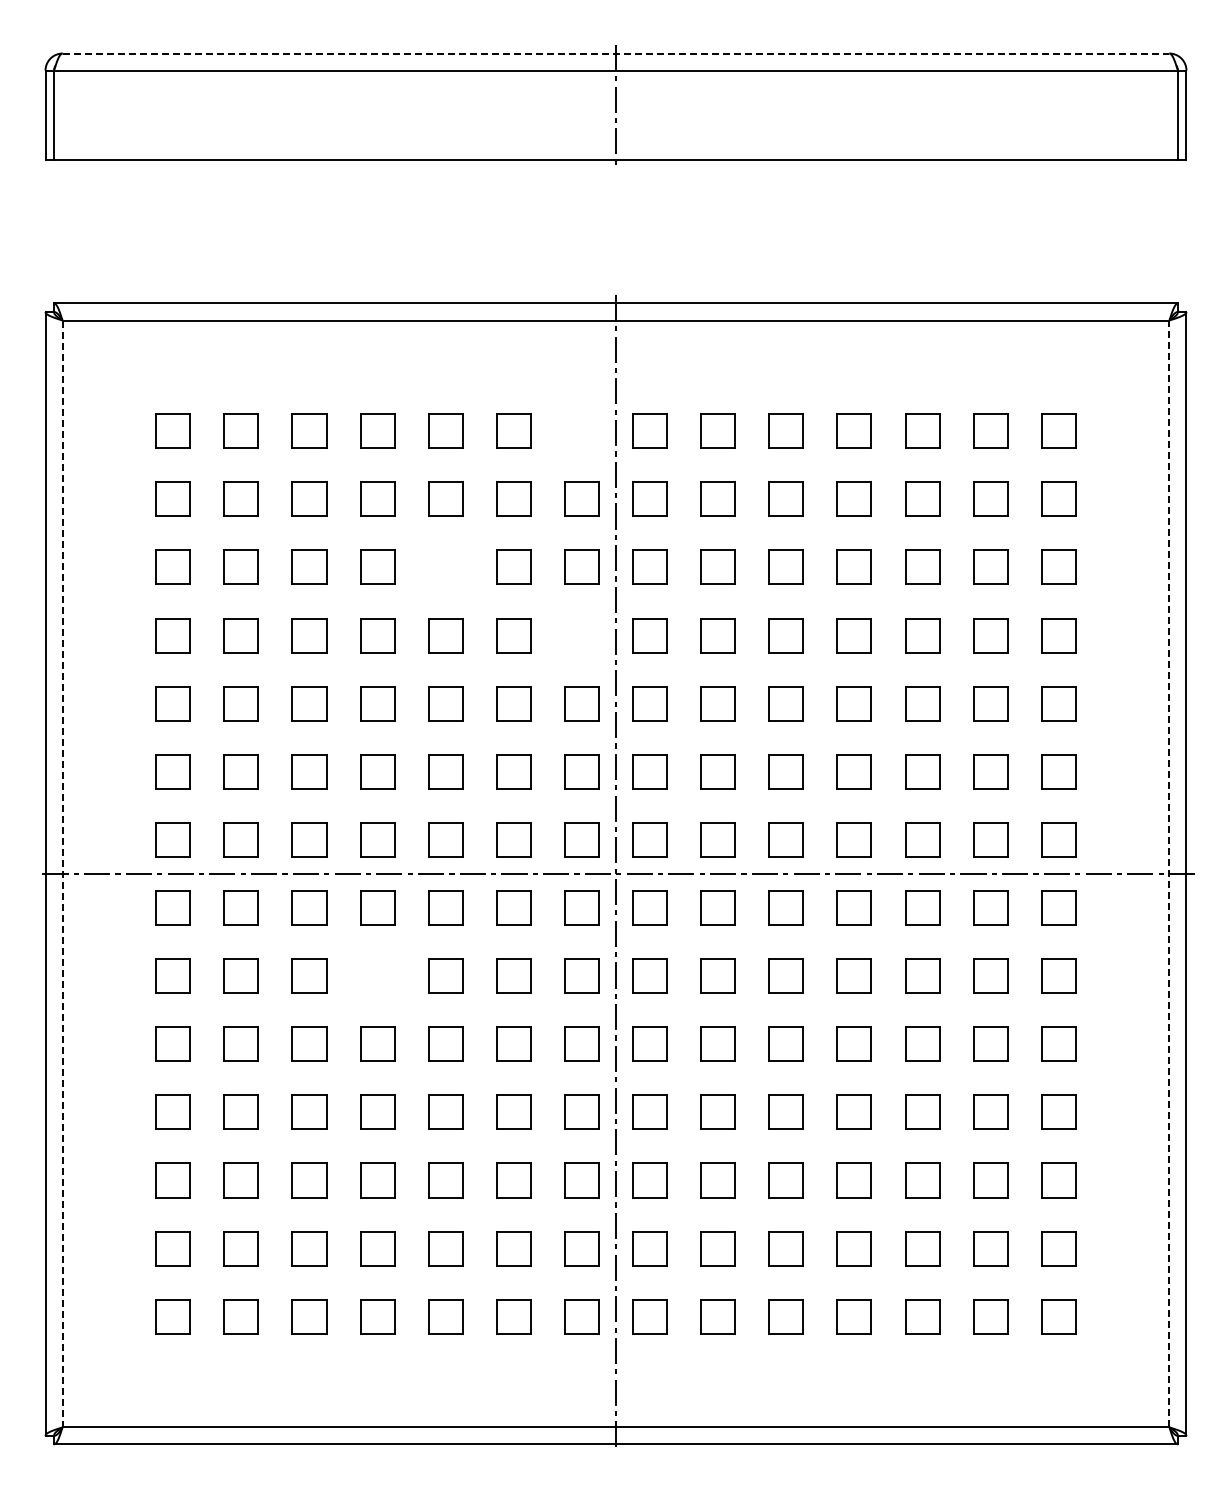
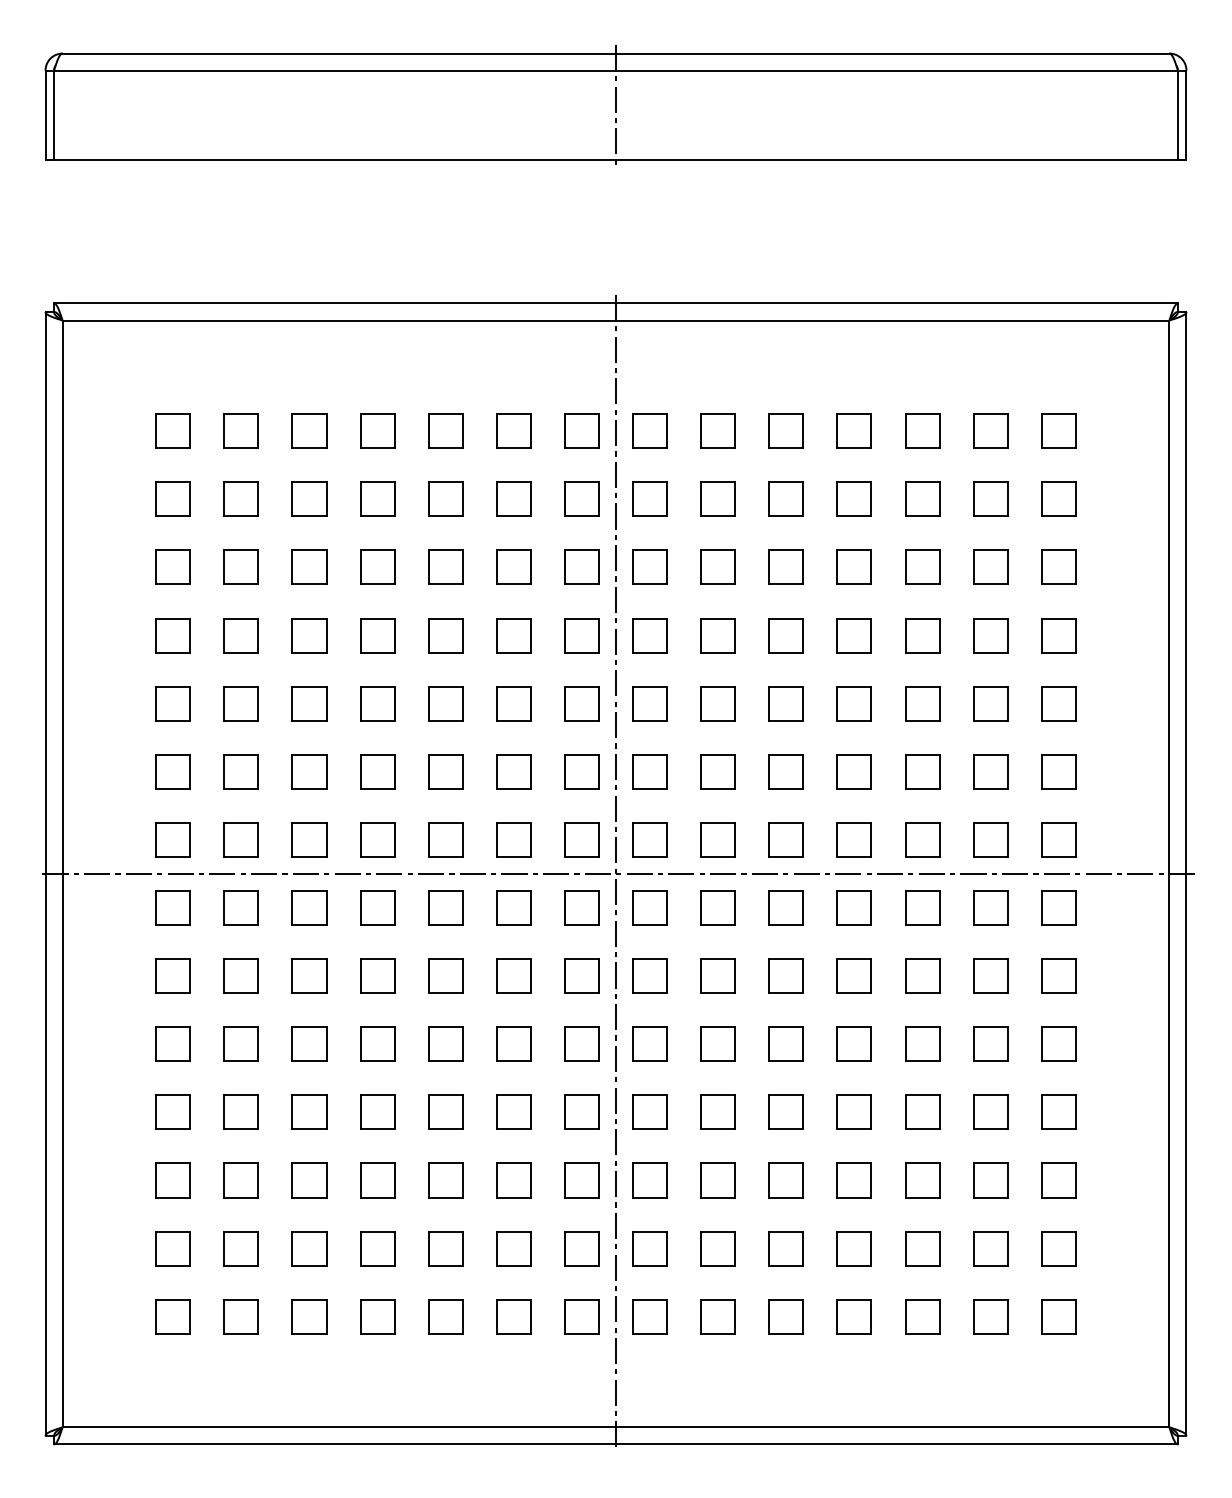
line at (616, 53): dashed -> solid
part at (581, 430): none -> present
part at (445, 566): none -> present
part at (581, 635): none -> present
line at (1169, 873): dashed -> solid
line at (62, 874): dashed -> solid
part at (377, 975): none -> present
